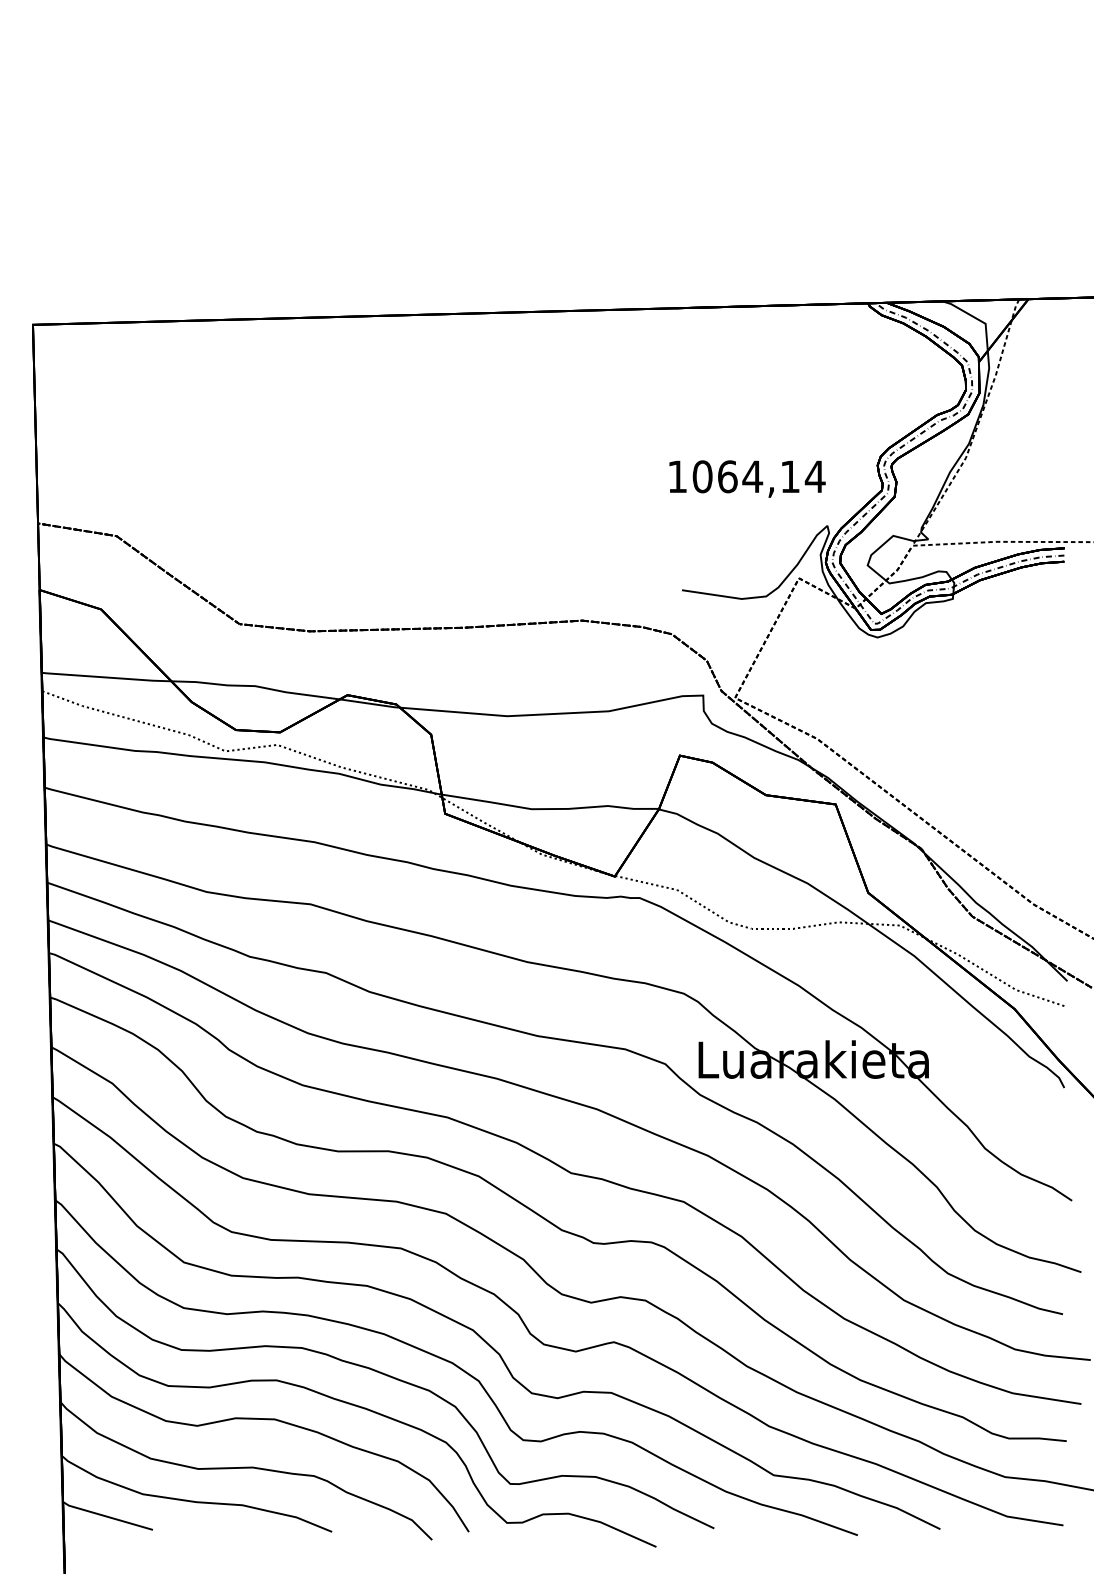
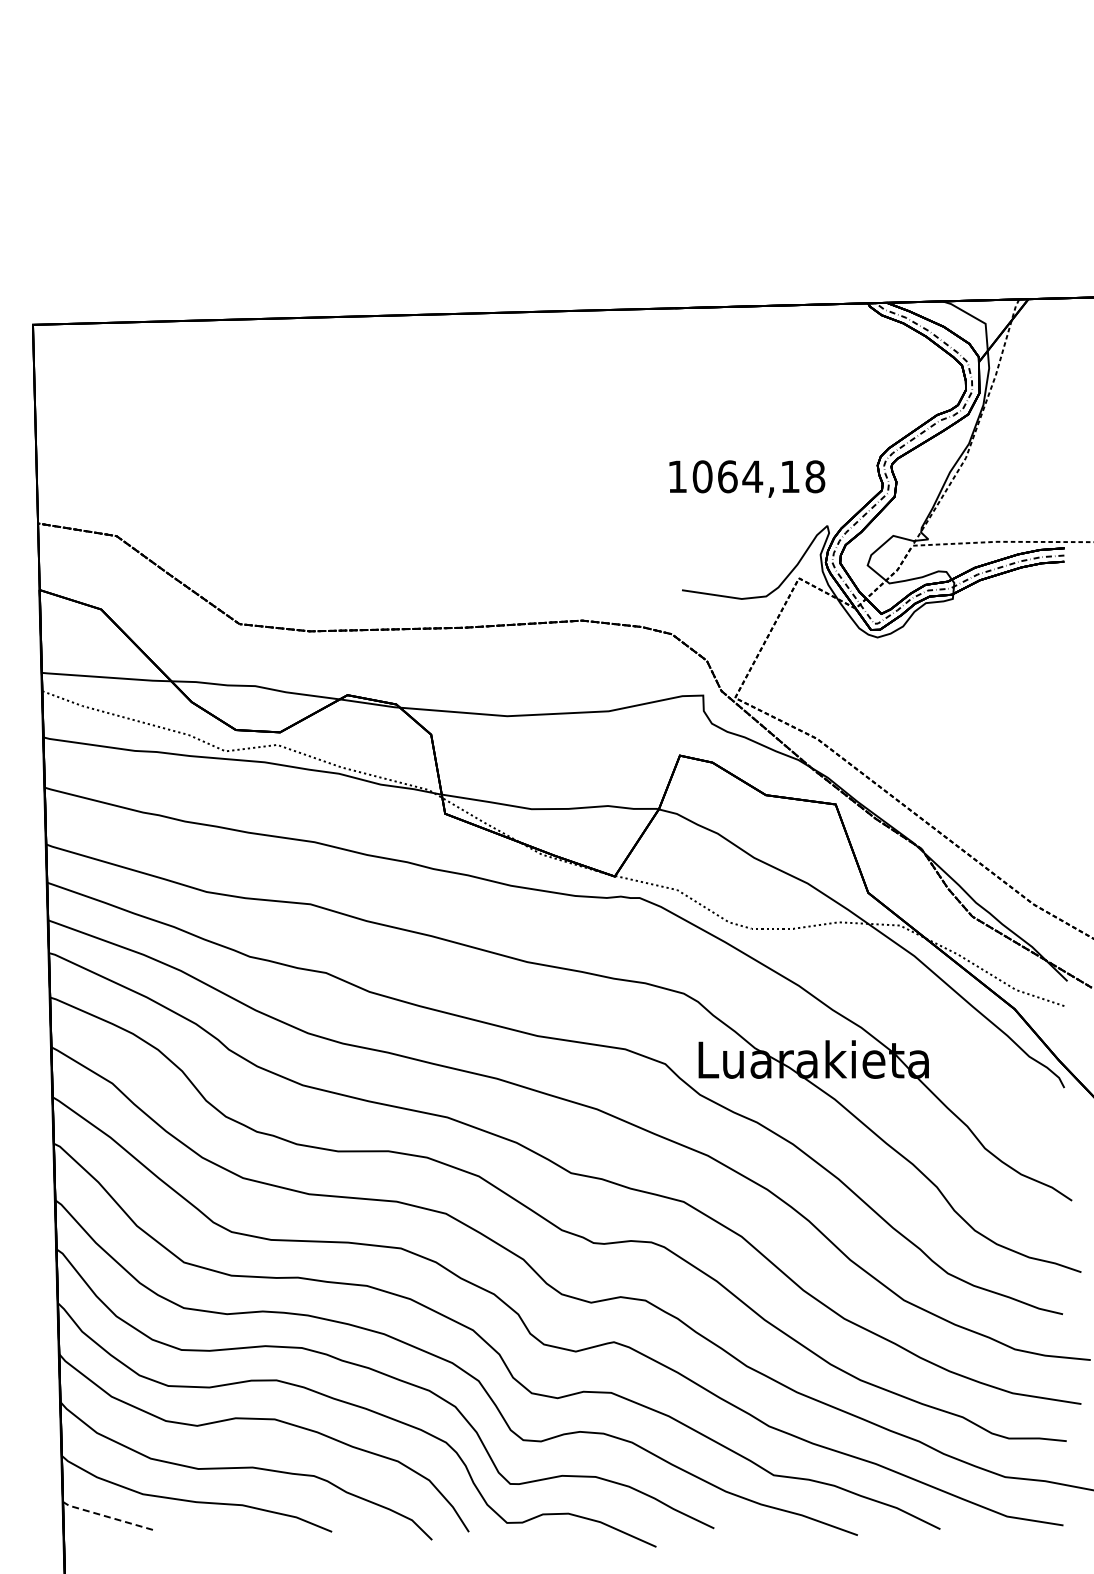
text at (814, 476): 1064,14 -> 1064,18
line at (106, 1516): solid -> dashed
